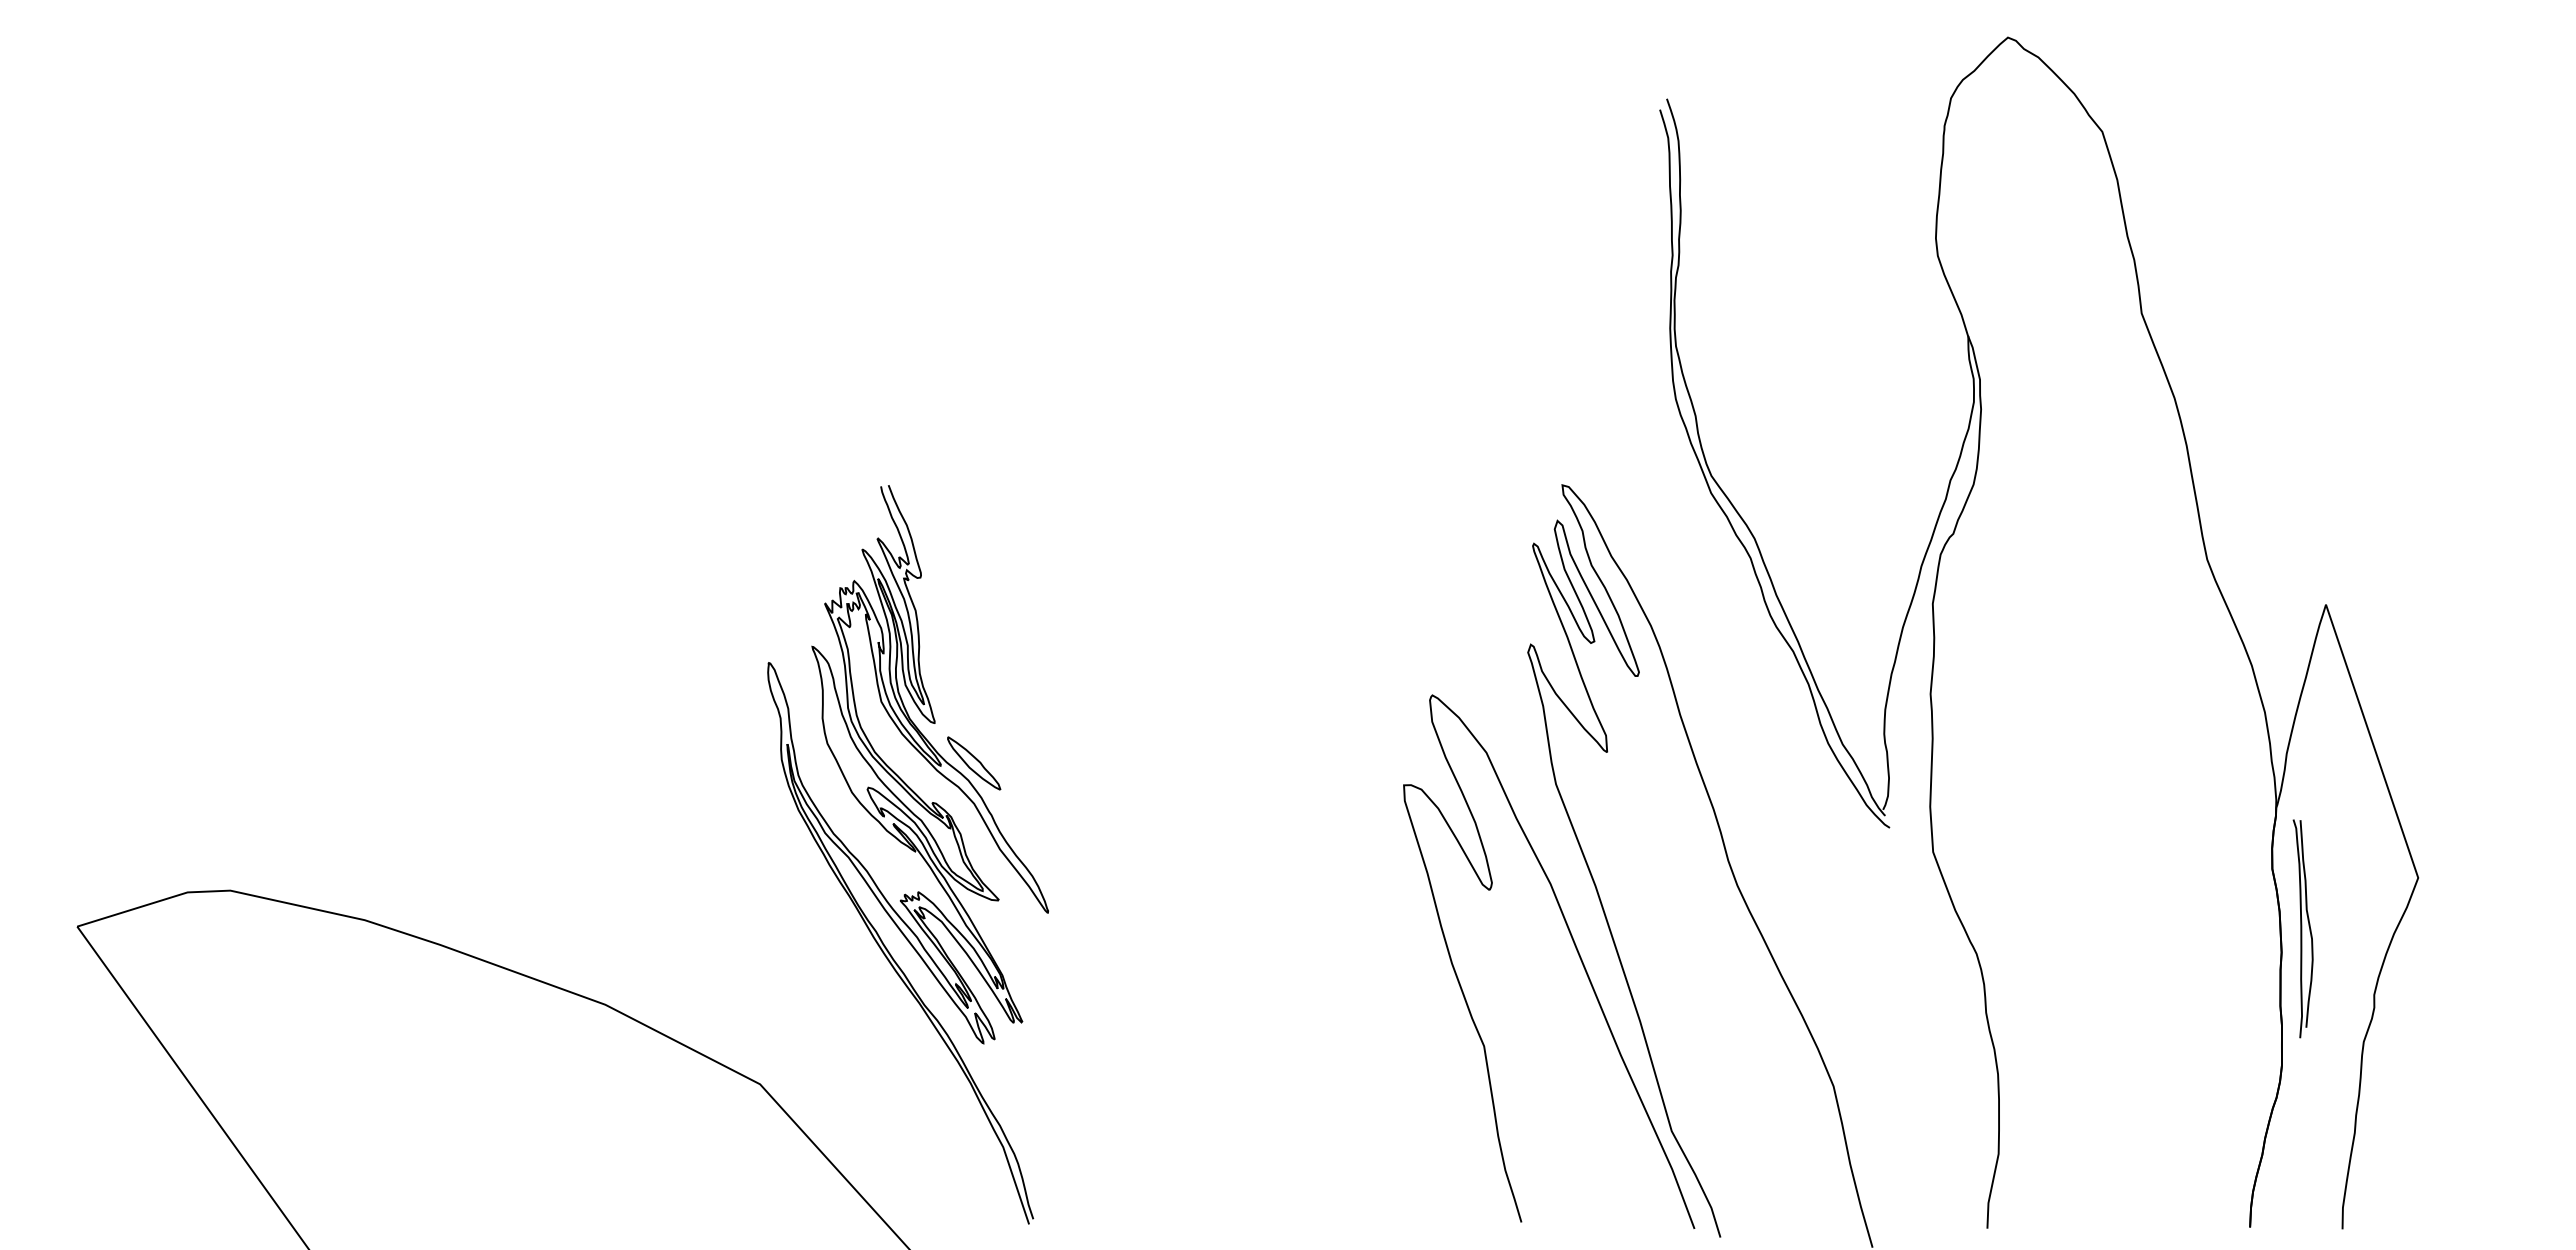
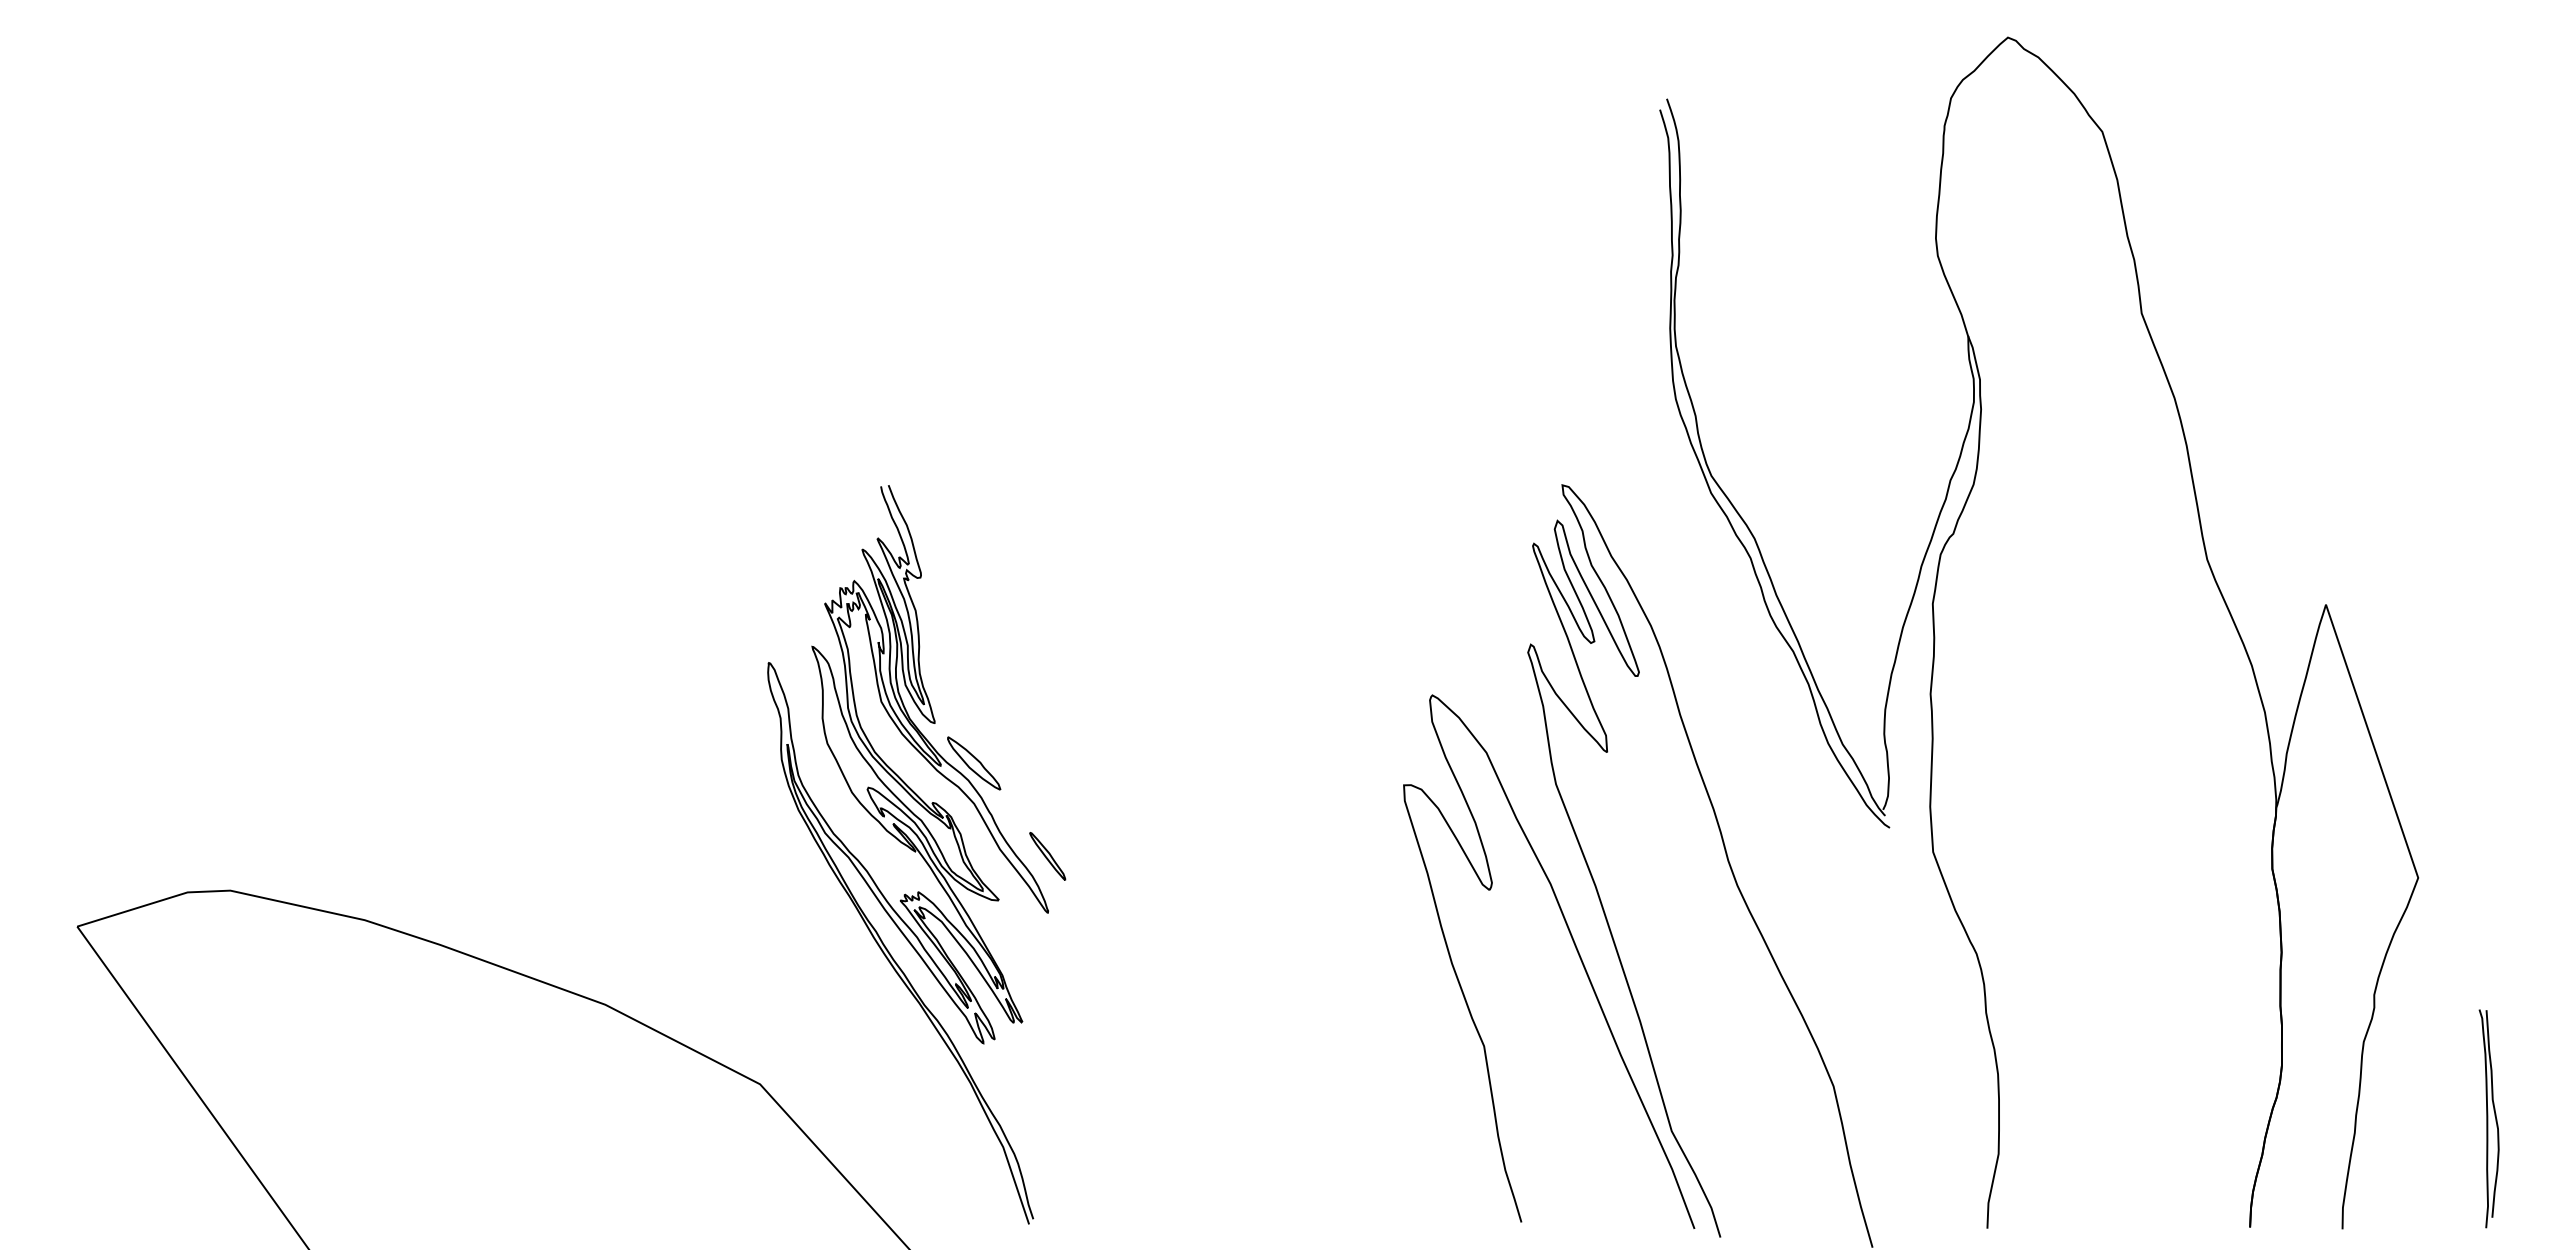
part at (1047, 856): none -> present
part at (2302, 928) position: (2302, 928) -> (2488, 1118)
